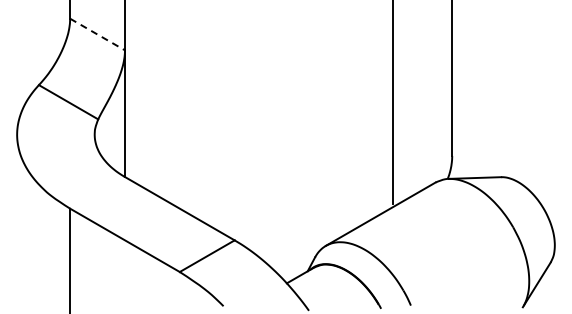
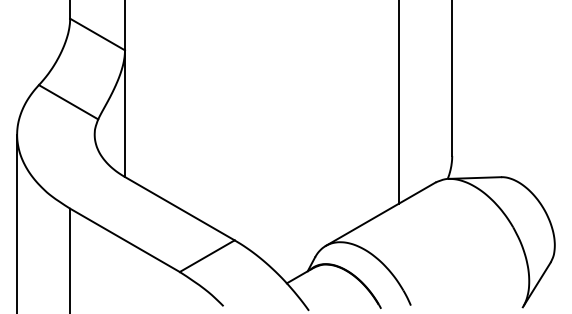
line at (97, 34): dashed -> solid
line at (393, 102) position: (393, 102) -> (399, 102)
line at (17, 222): none -> present
